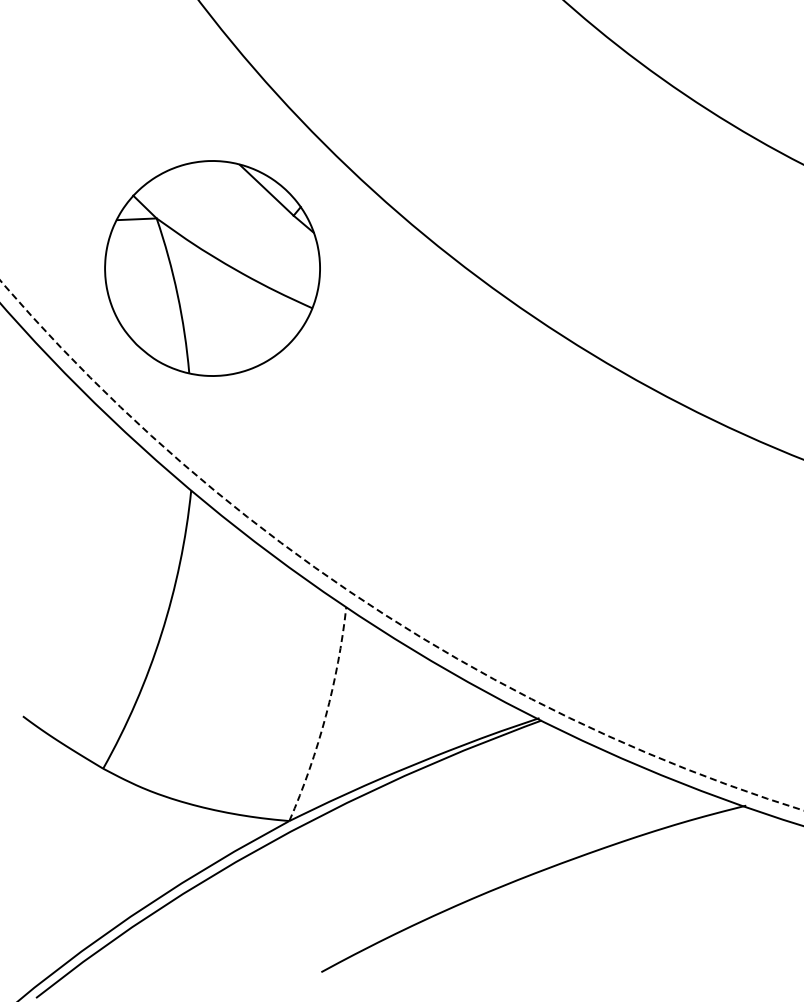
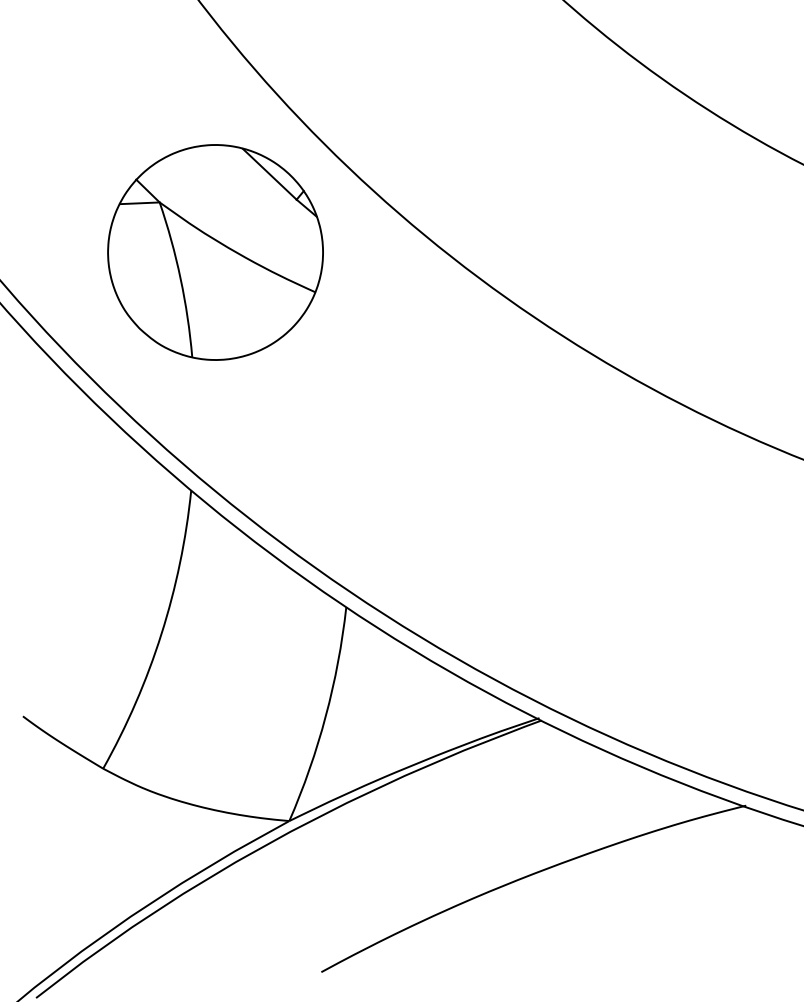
part at (212, 268) position: (212, 268) -> (215, 252)
circle at (401, 545): dashed -> solid
arc at (325, 716): dashed -> solid
